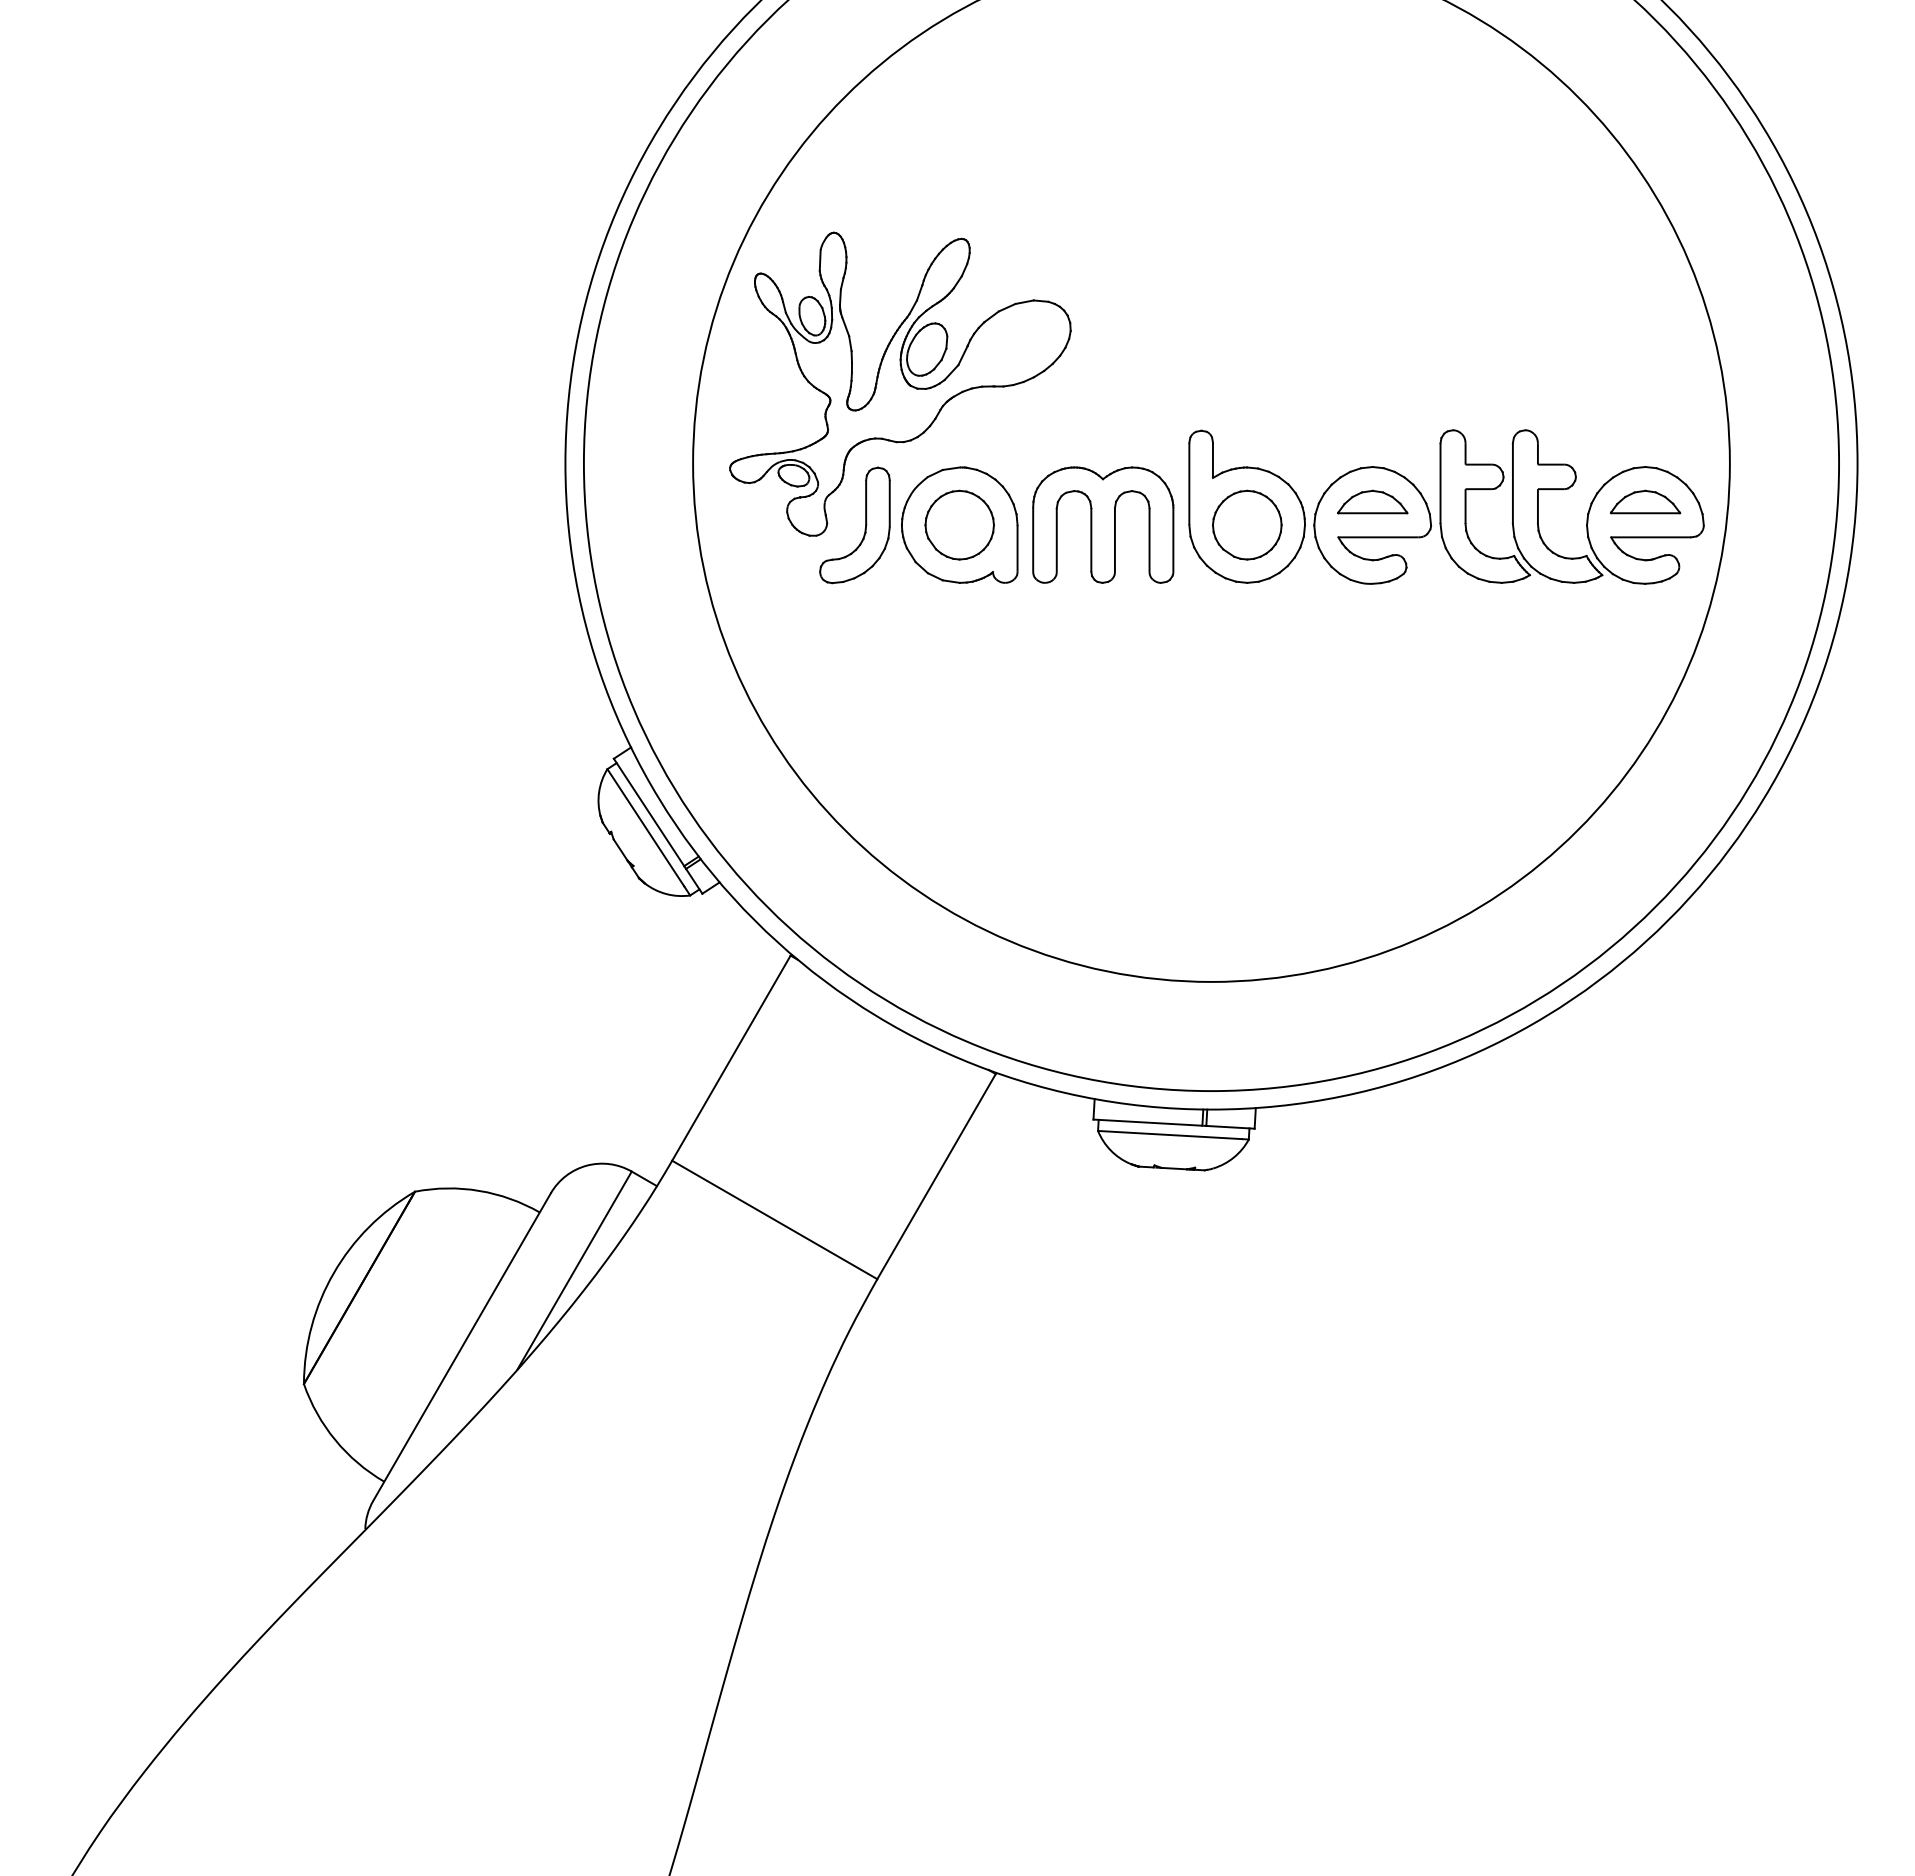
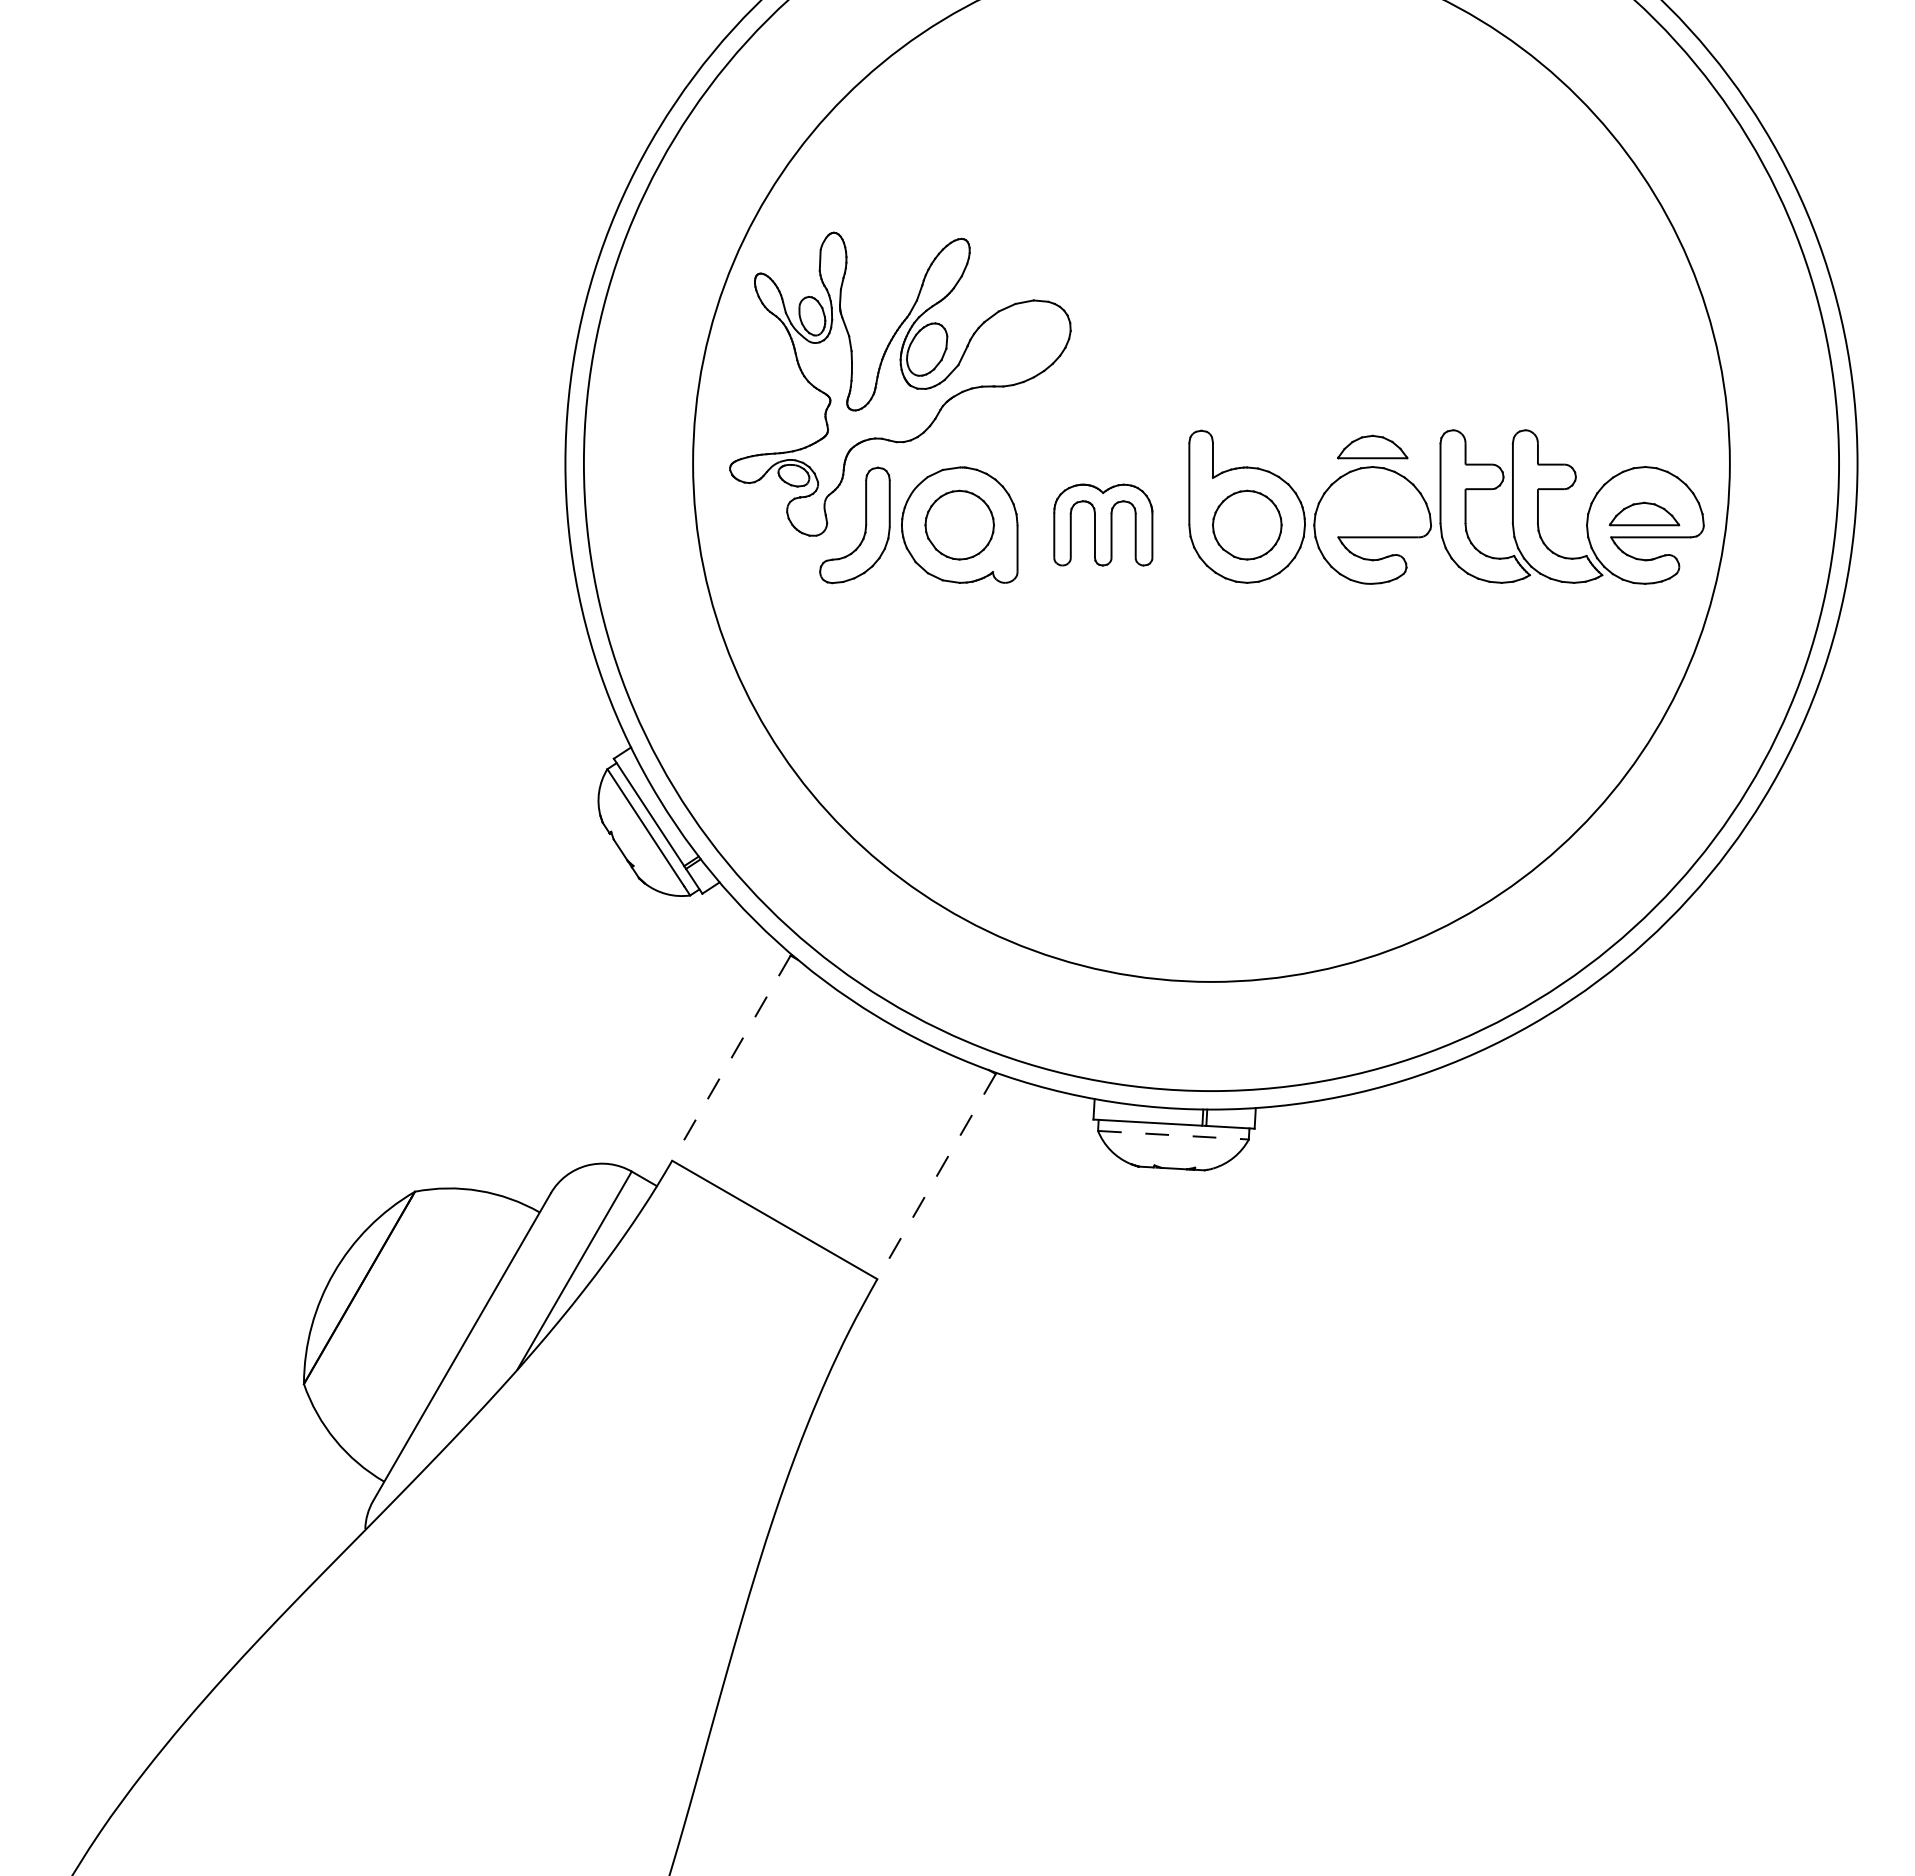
part at (1372, 501) position: (1372, 501) -> (1372, 446)
part at (1645, 501) position: (1645, 501) -> (1644, 513)
part at (1103, 524) size: 143x118 px -> 101x84 px
line at (731, 1058): solid -> dashed
line at (1169, 1135): solid -> dashed
line at (936, 1177): solid -> dashed
